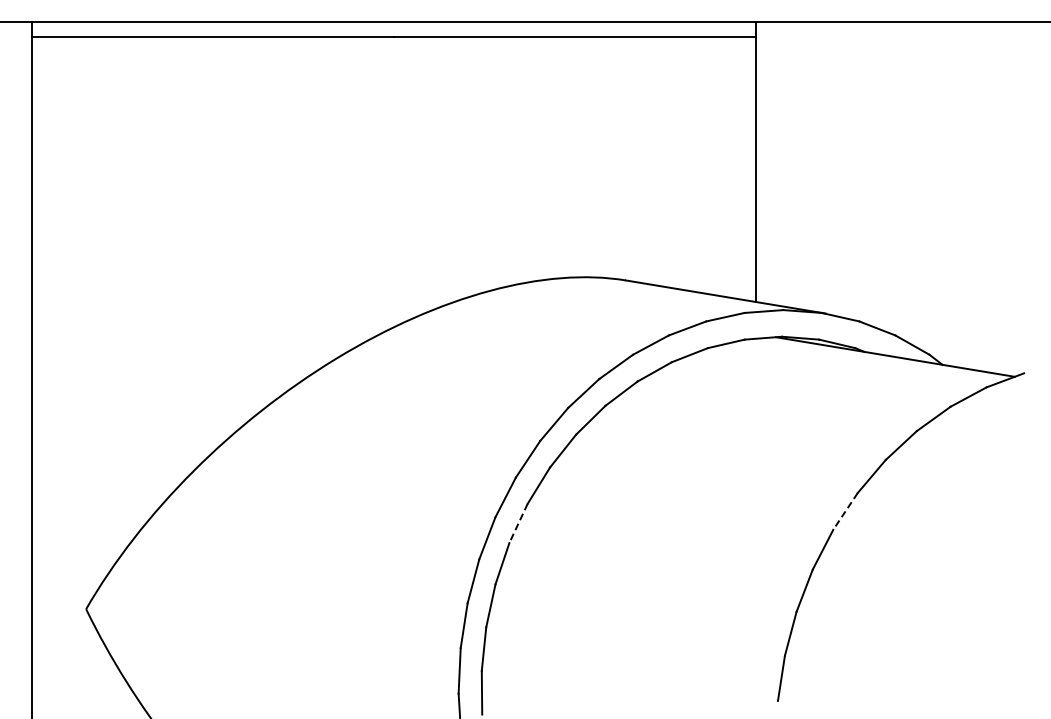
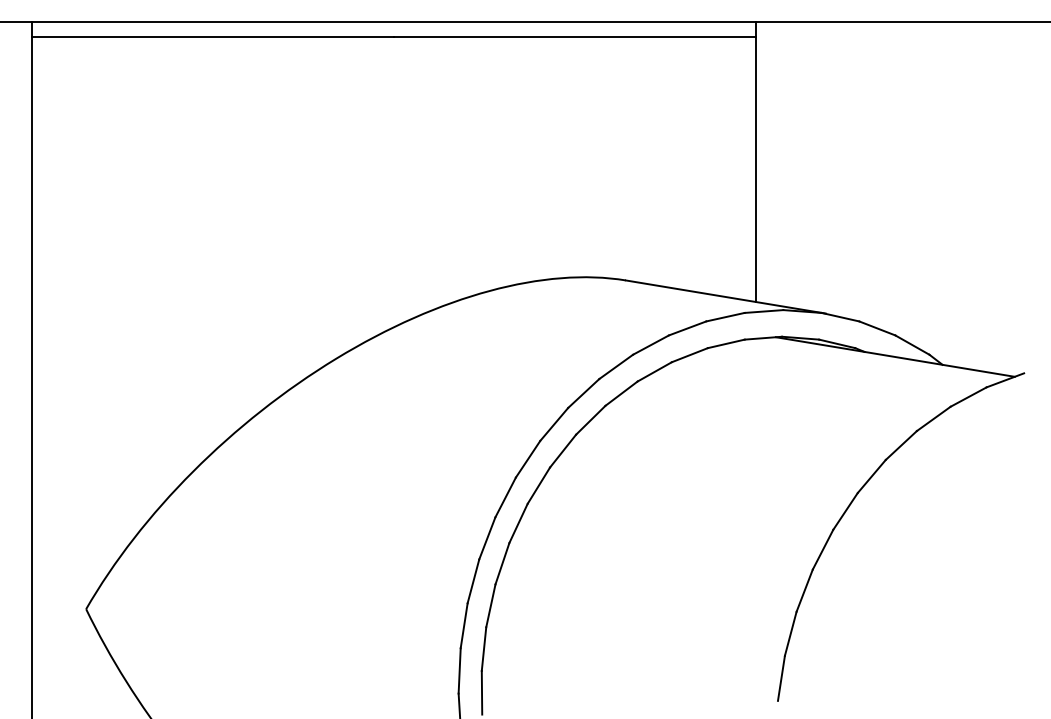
line at (845, 511): dashed -> solid
line at (518, 523): dashed -> solid
